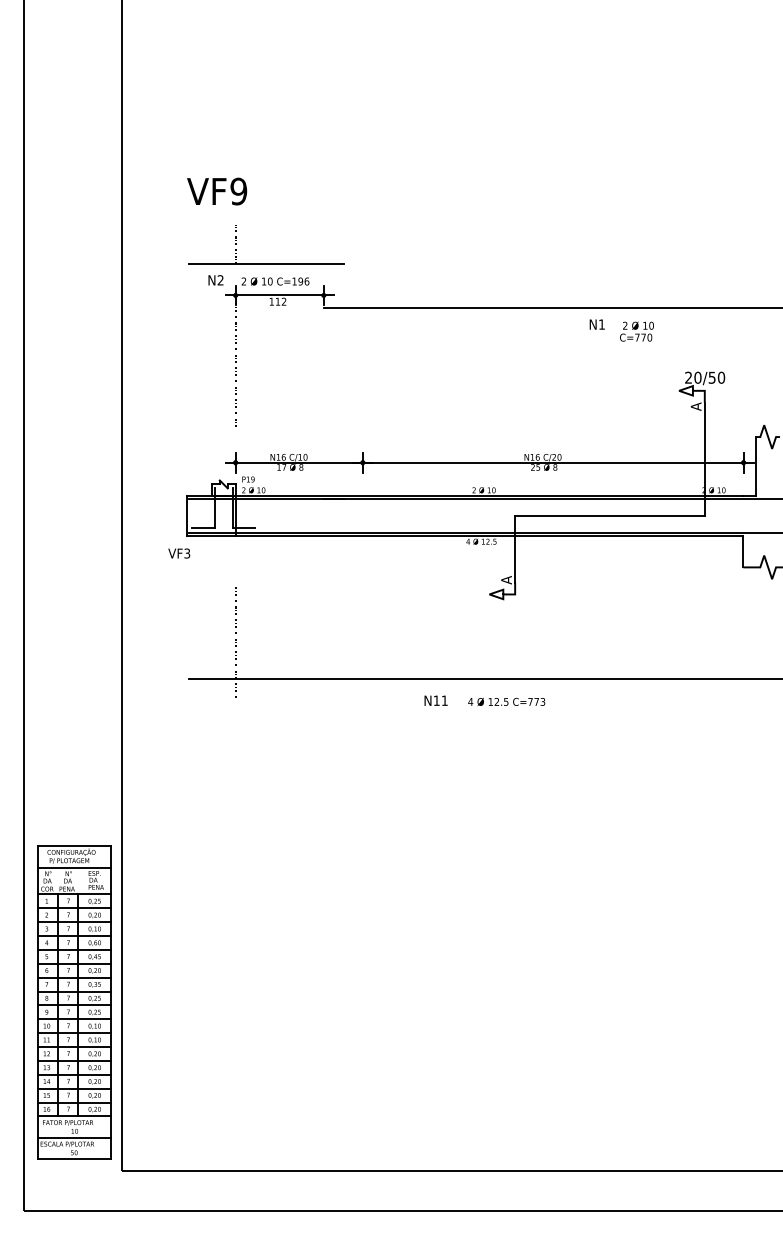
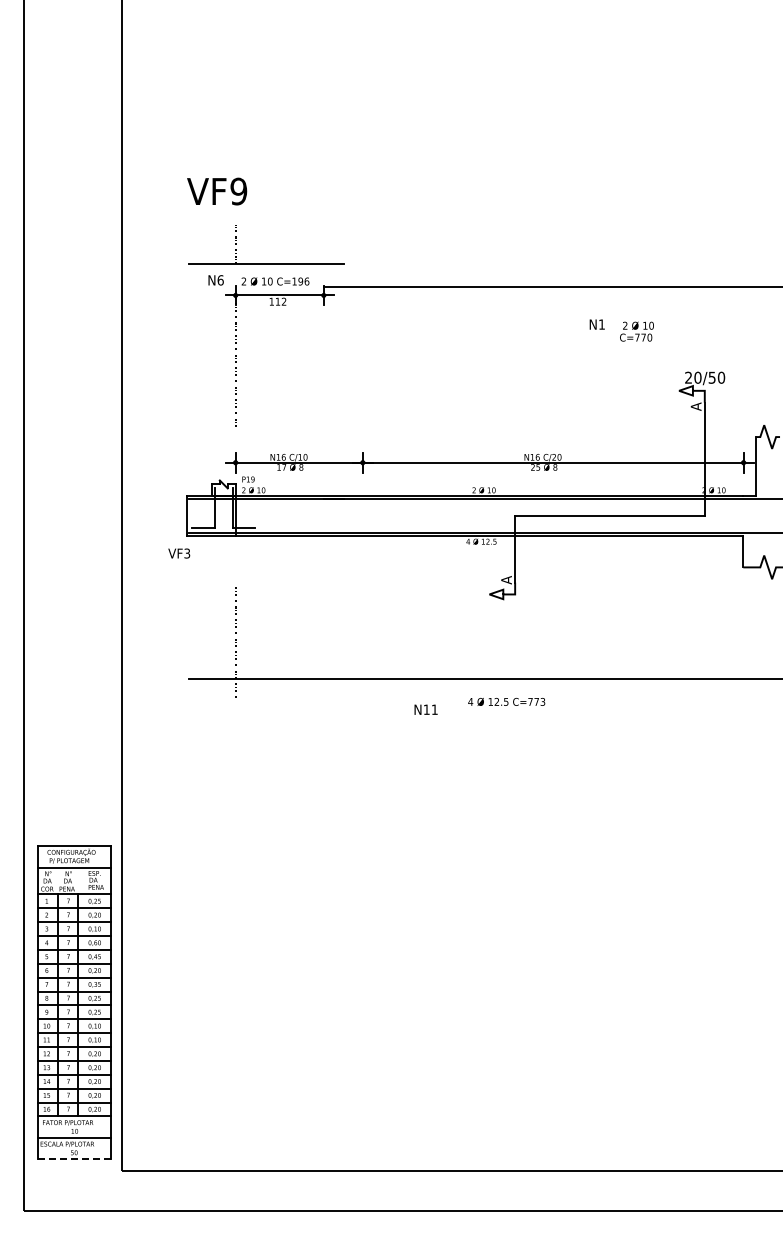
text at (220, 280): N2 -> N6
line at (551, 308) position: (551, 308) -> (551, 287)
text at (435, 700) position: (435, 700) -> (425, 709)
line at (74, 1159): solid -> dashed
